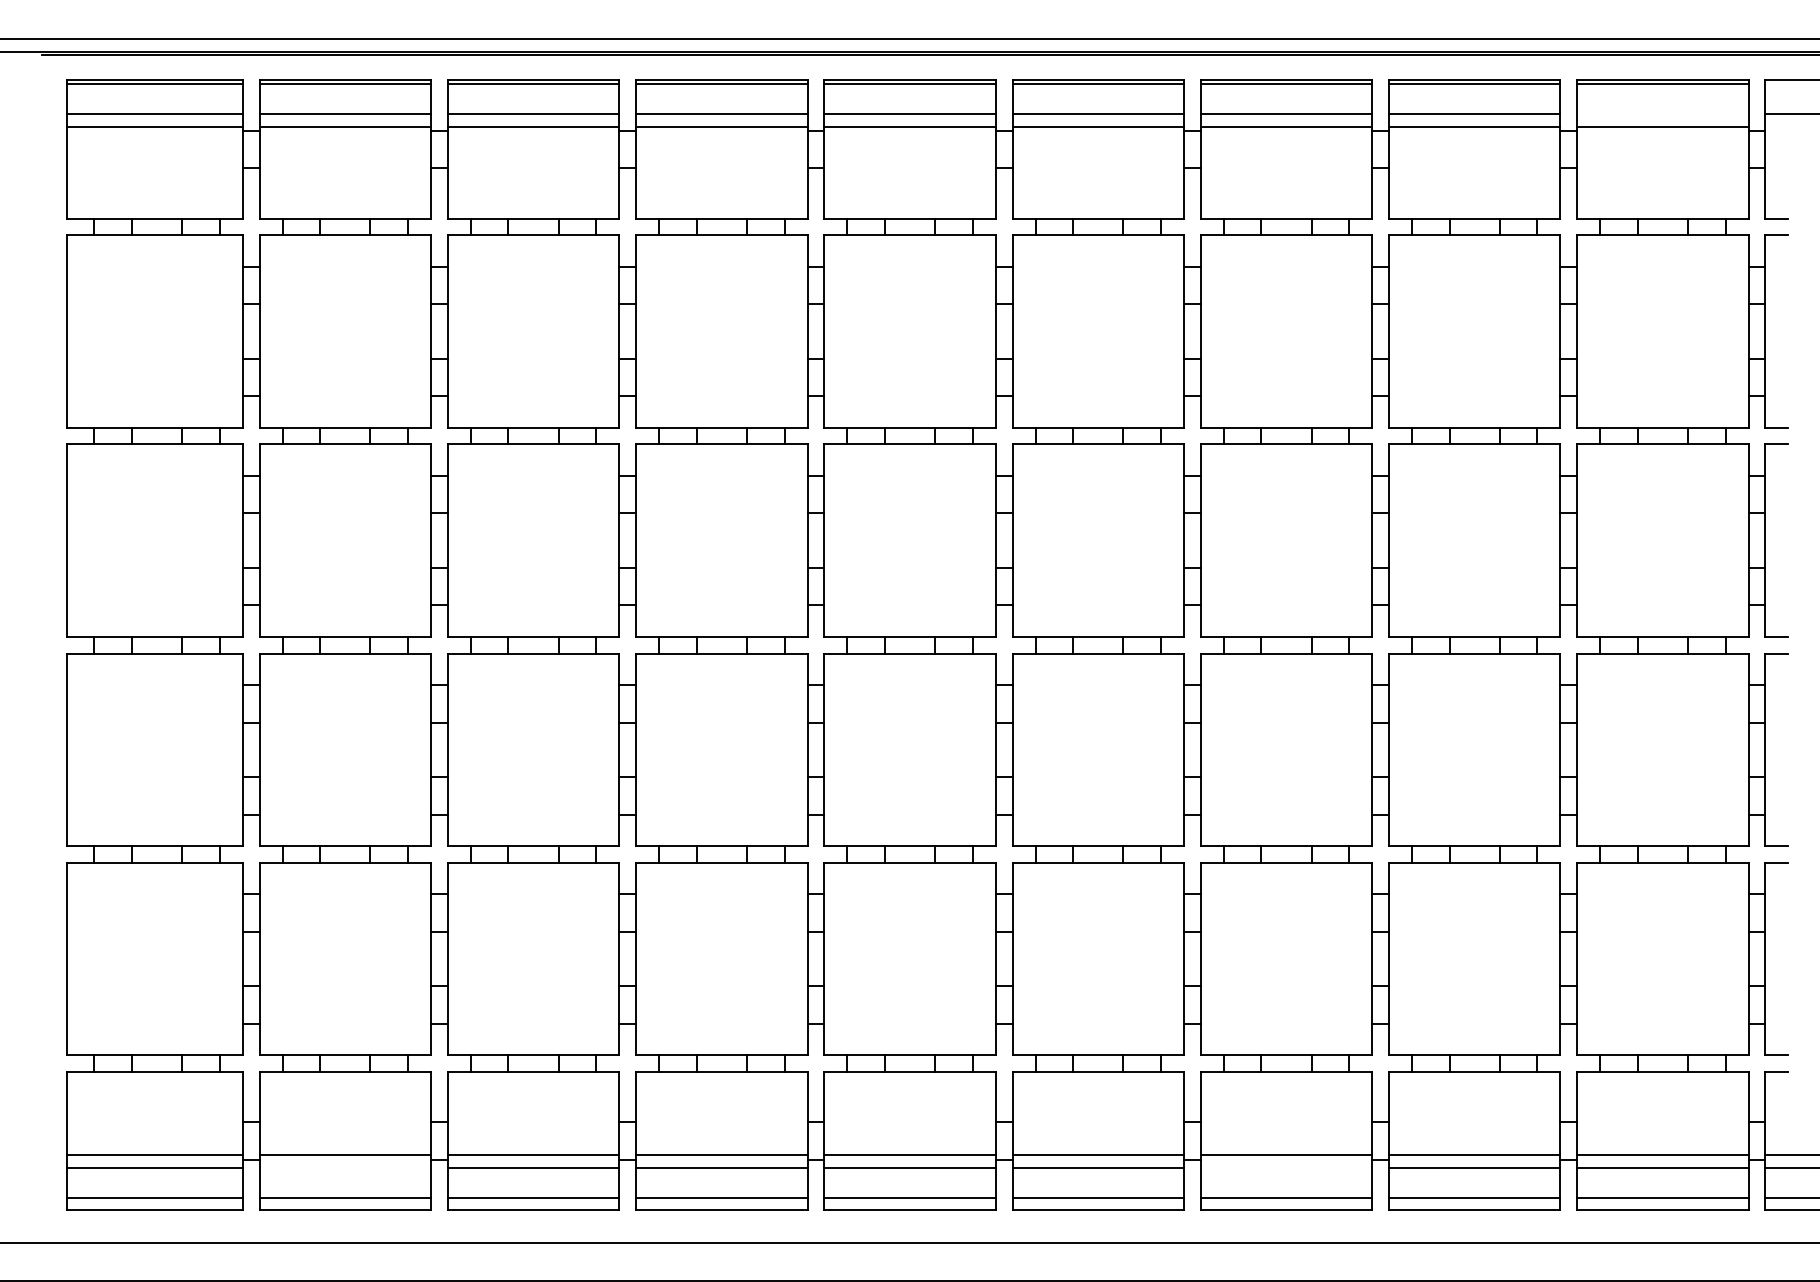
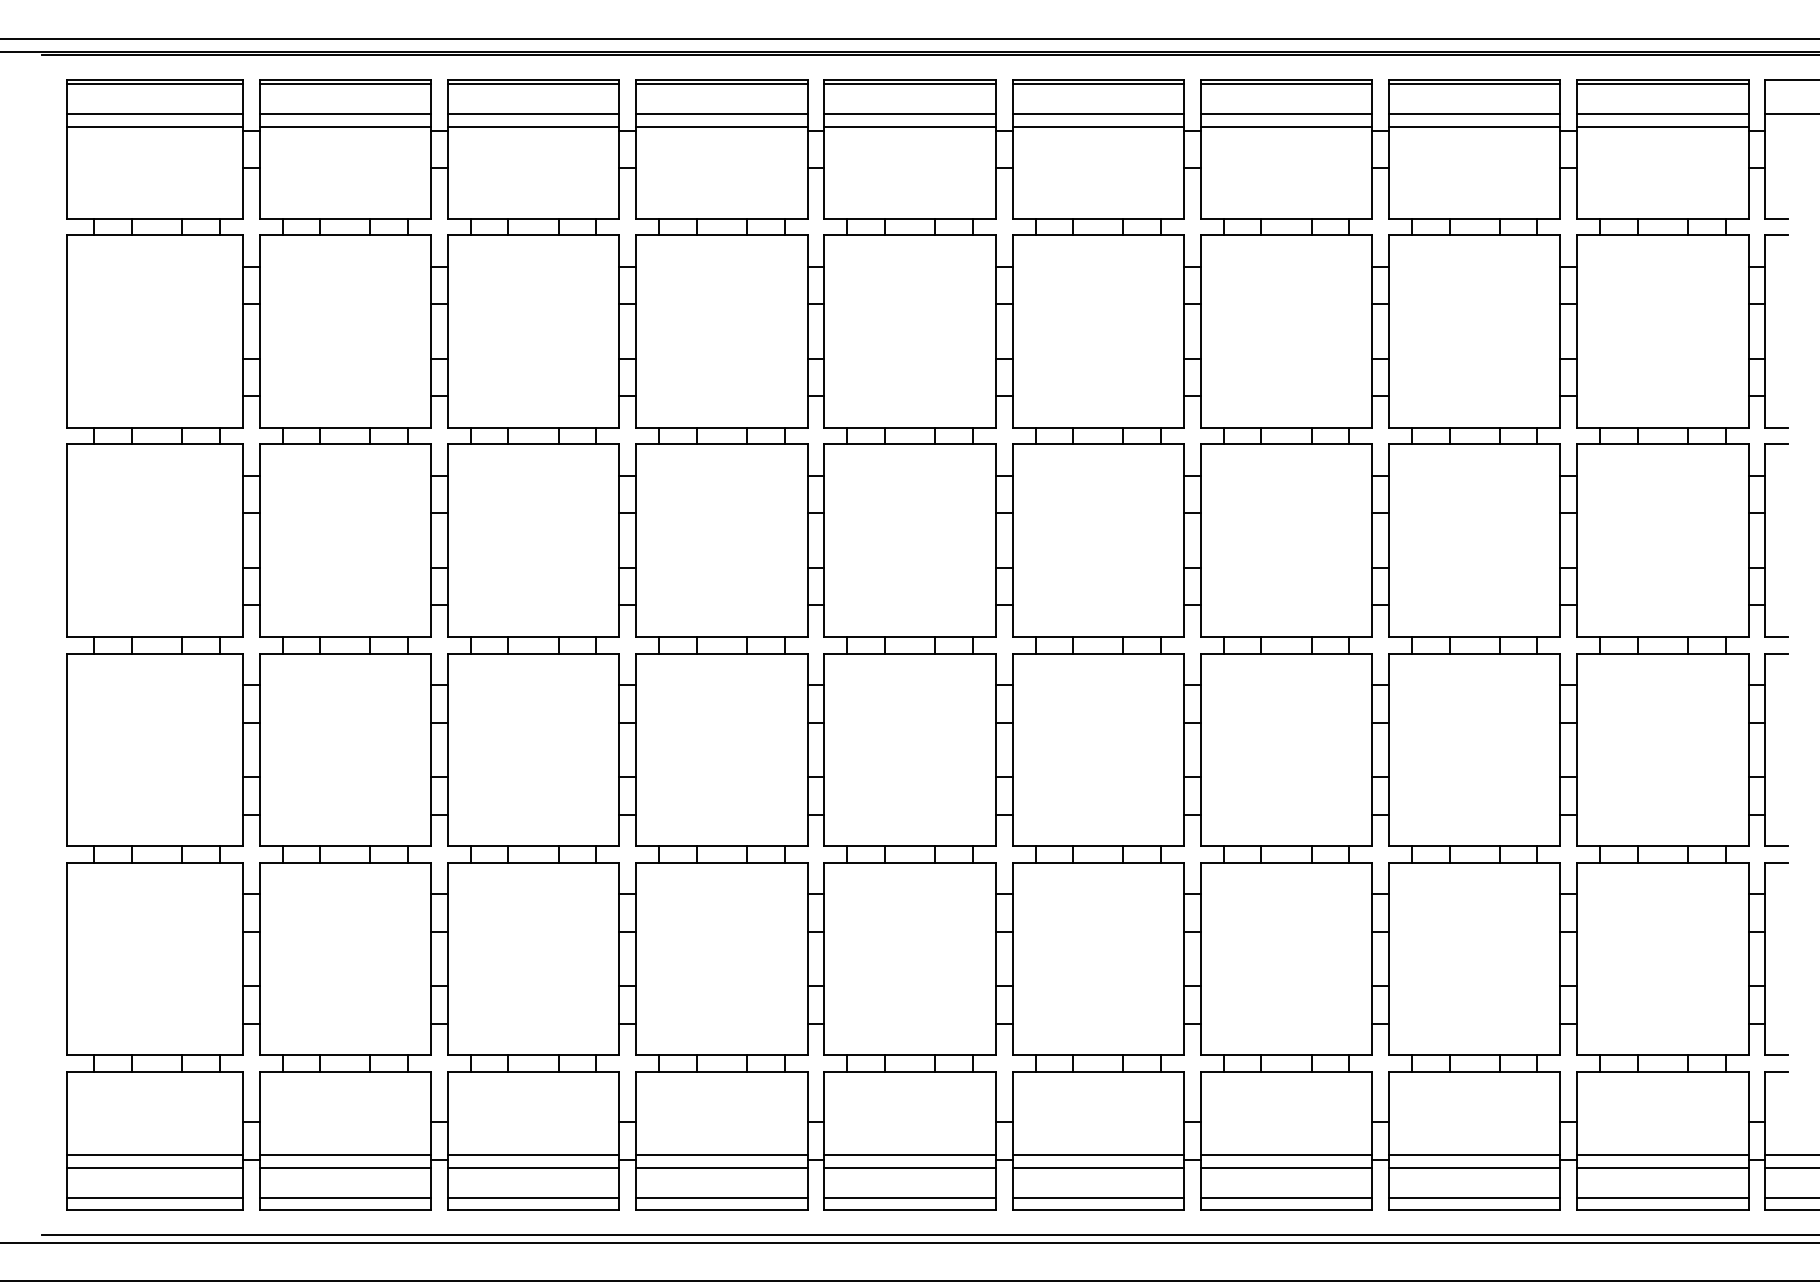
line at (1662, 113): none -> present
line at (345, 1168): none -> present
line at (1286, 1168): none -> present
line at (929, 1234): none -> present
